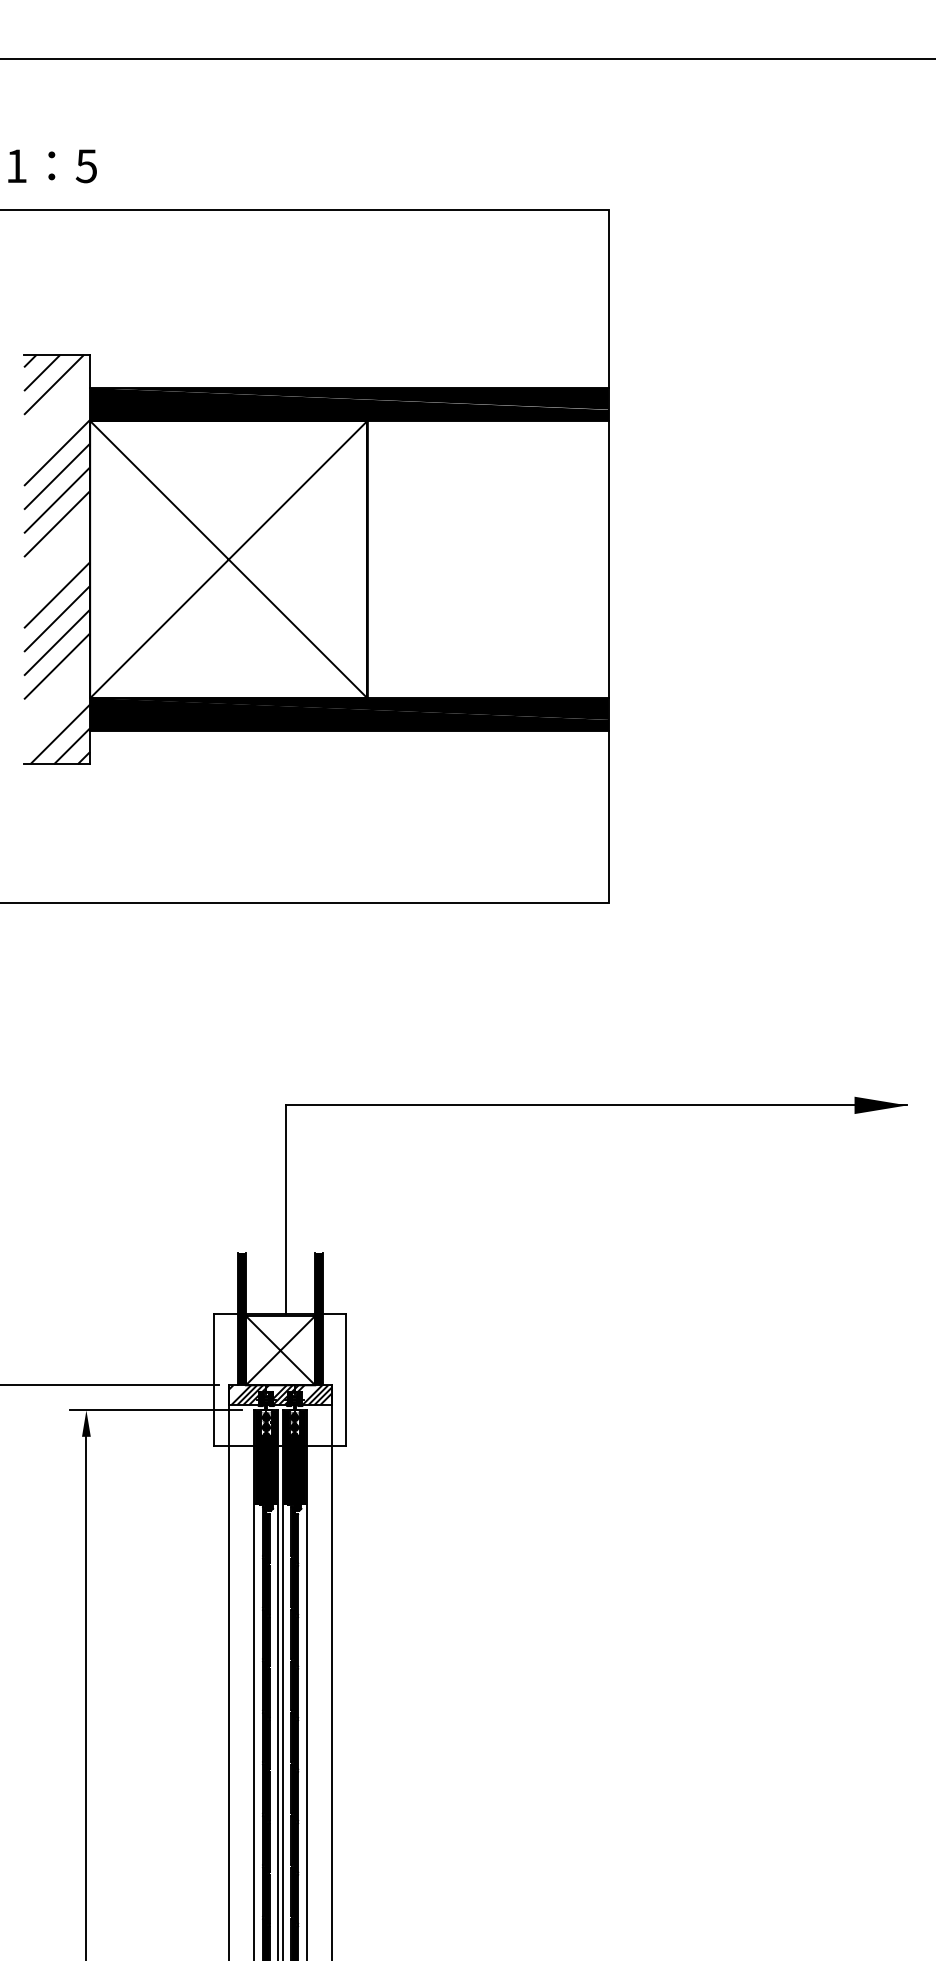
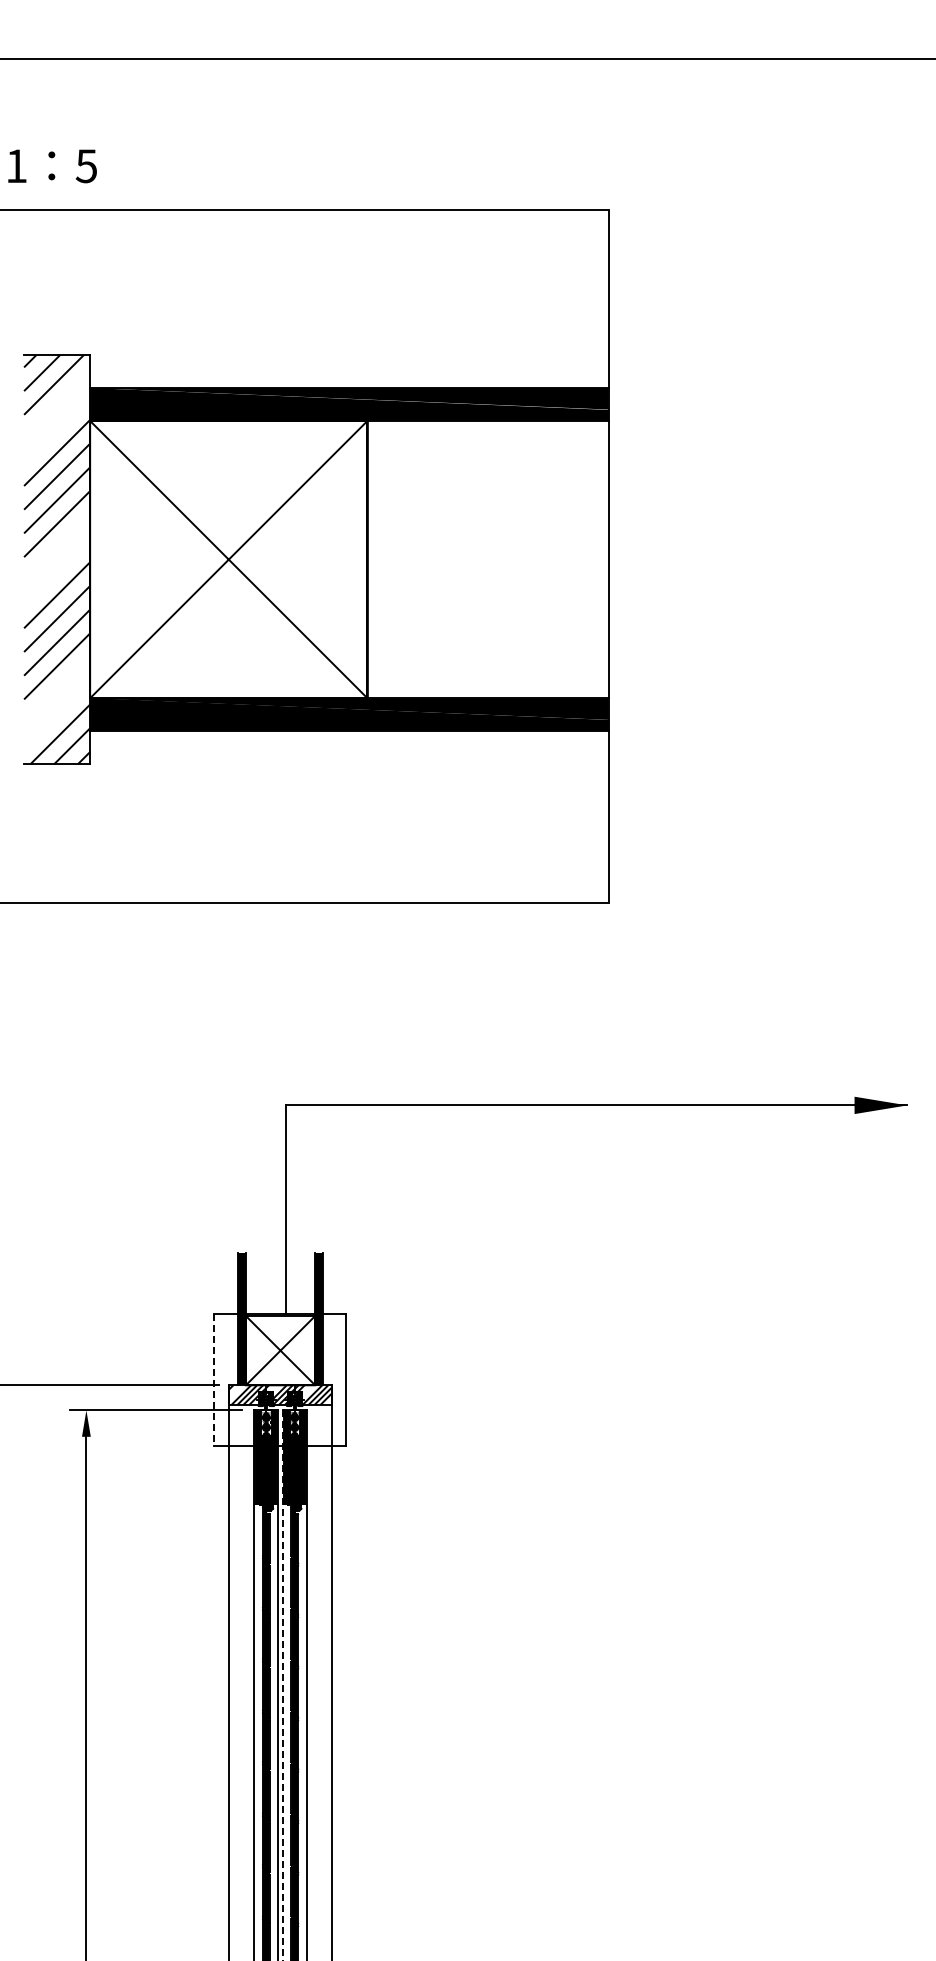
line at (214, 1380): solid -> dashed
line at (282, 1685): solid -> dashed
